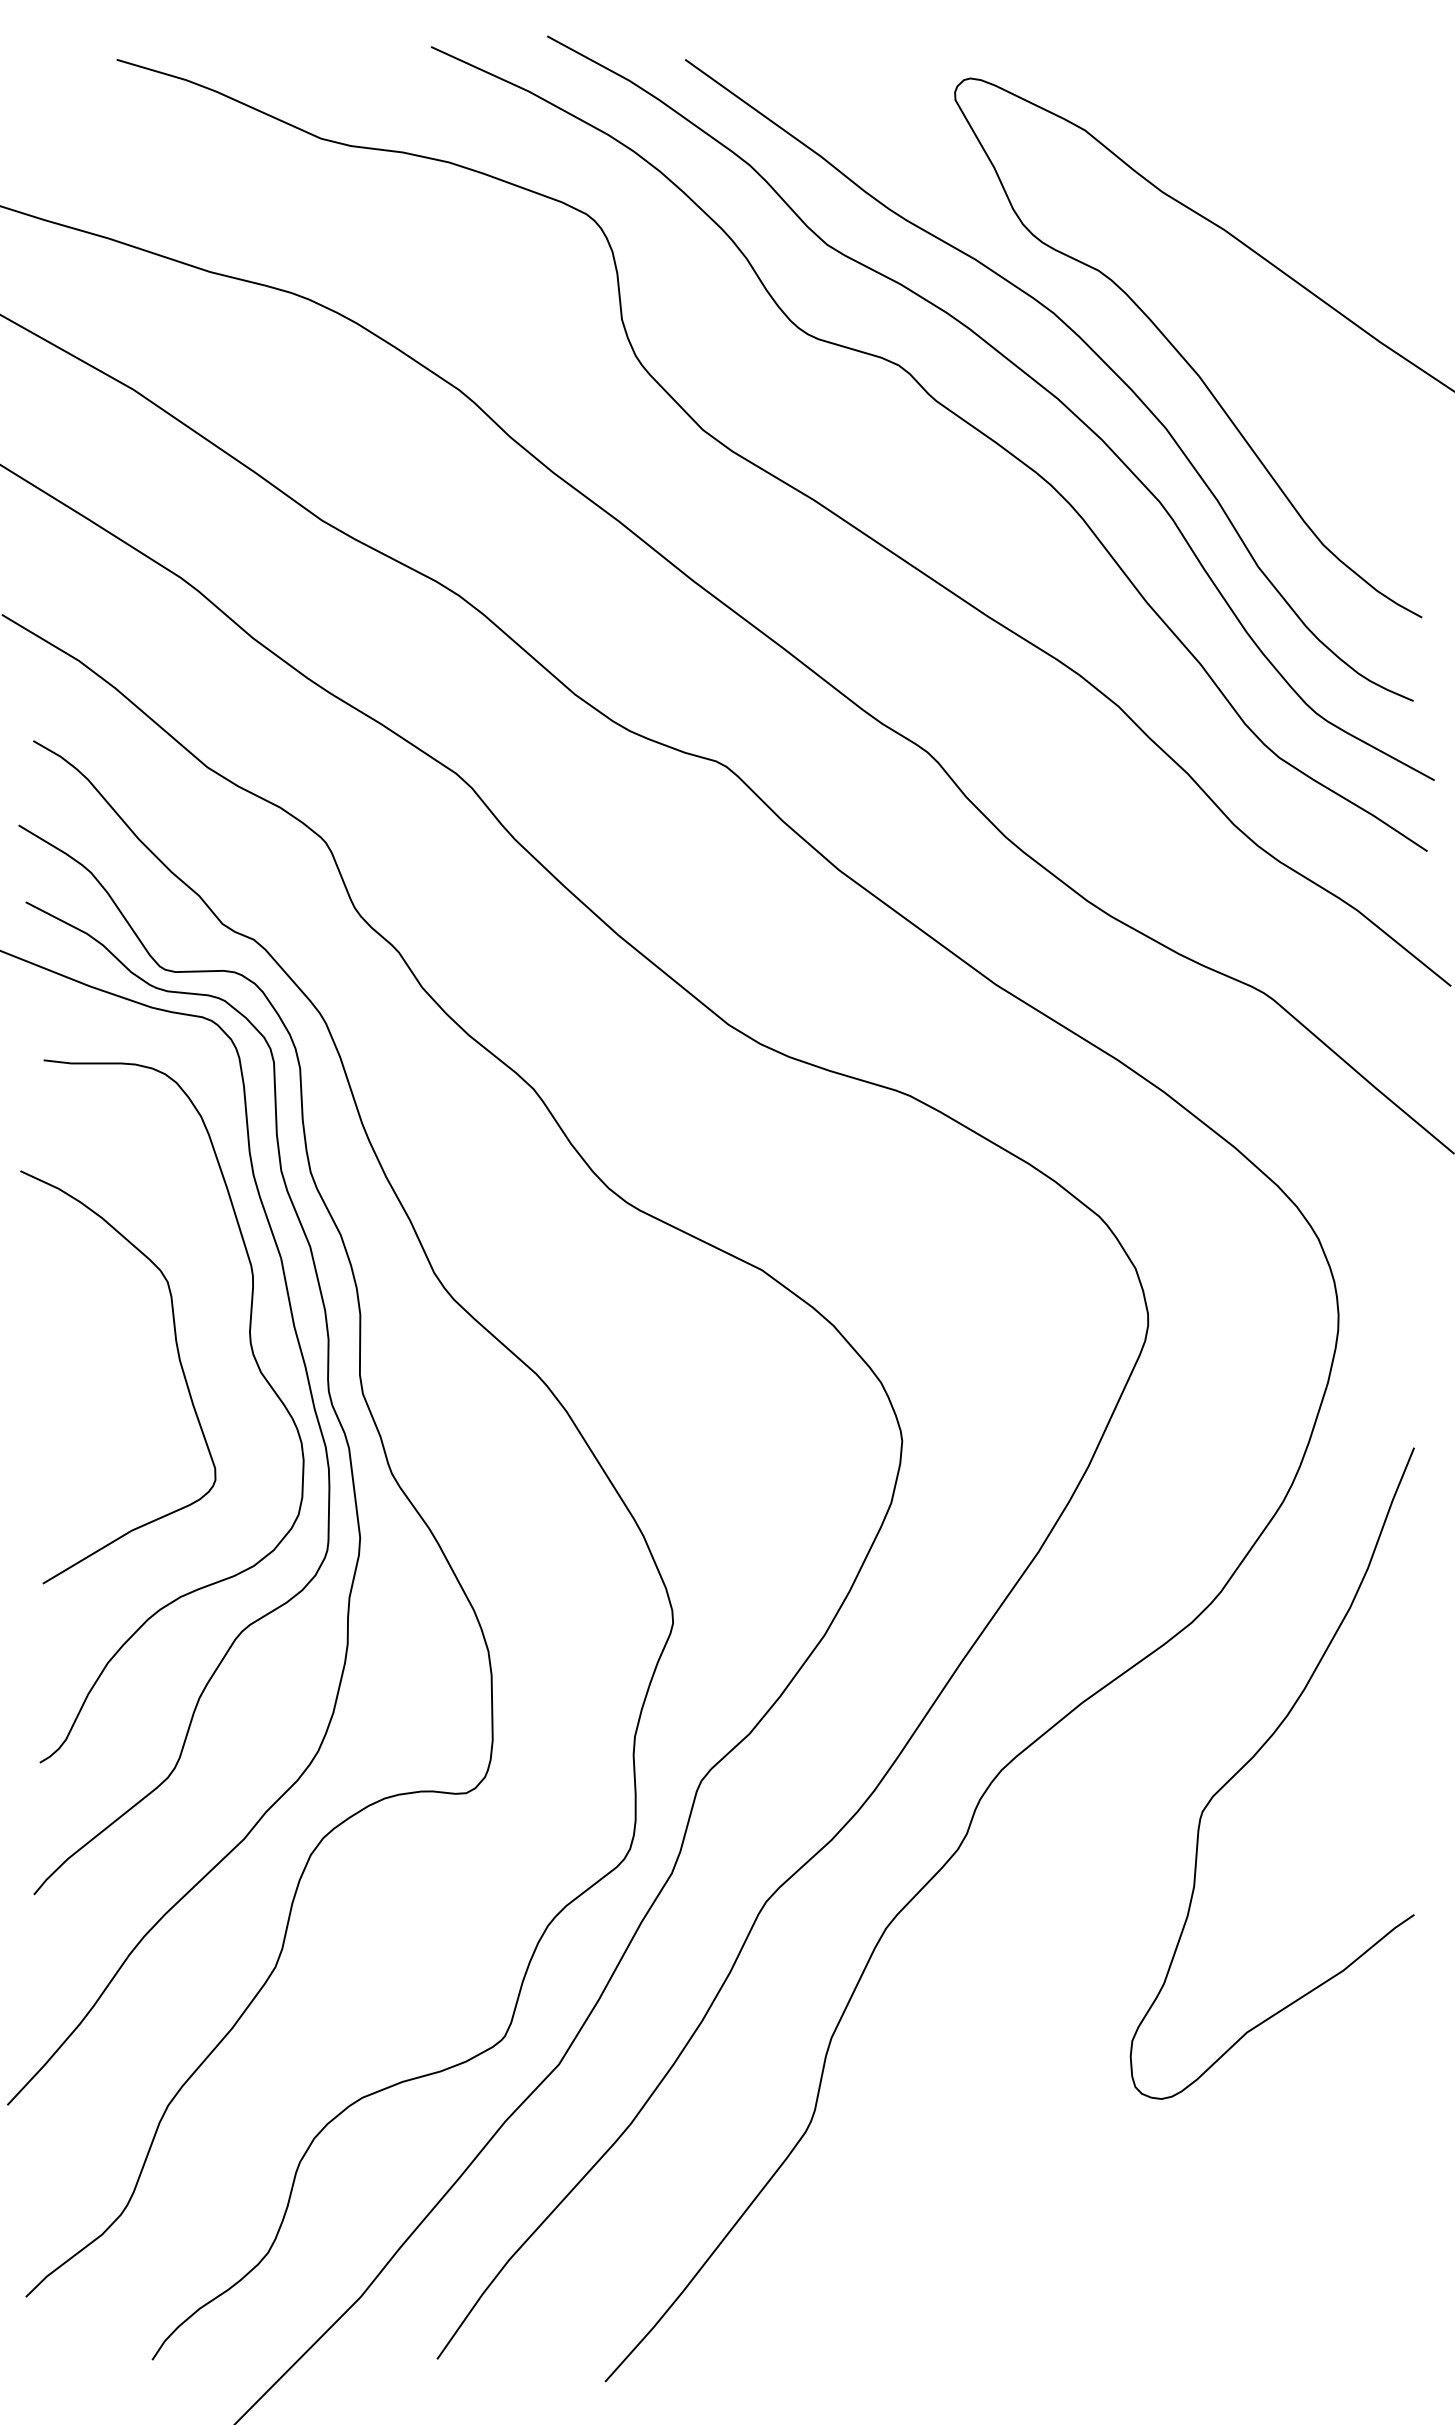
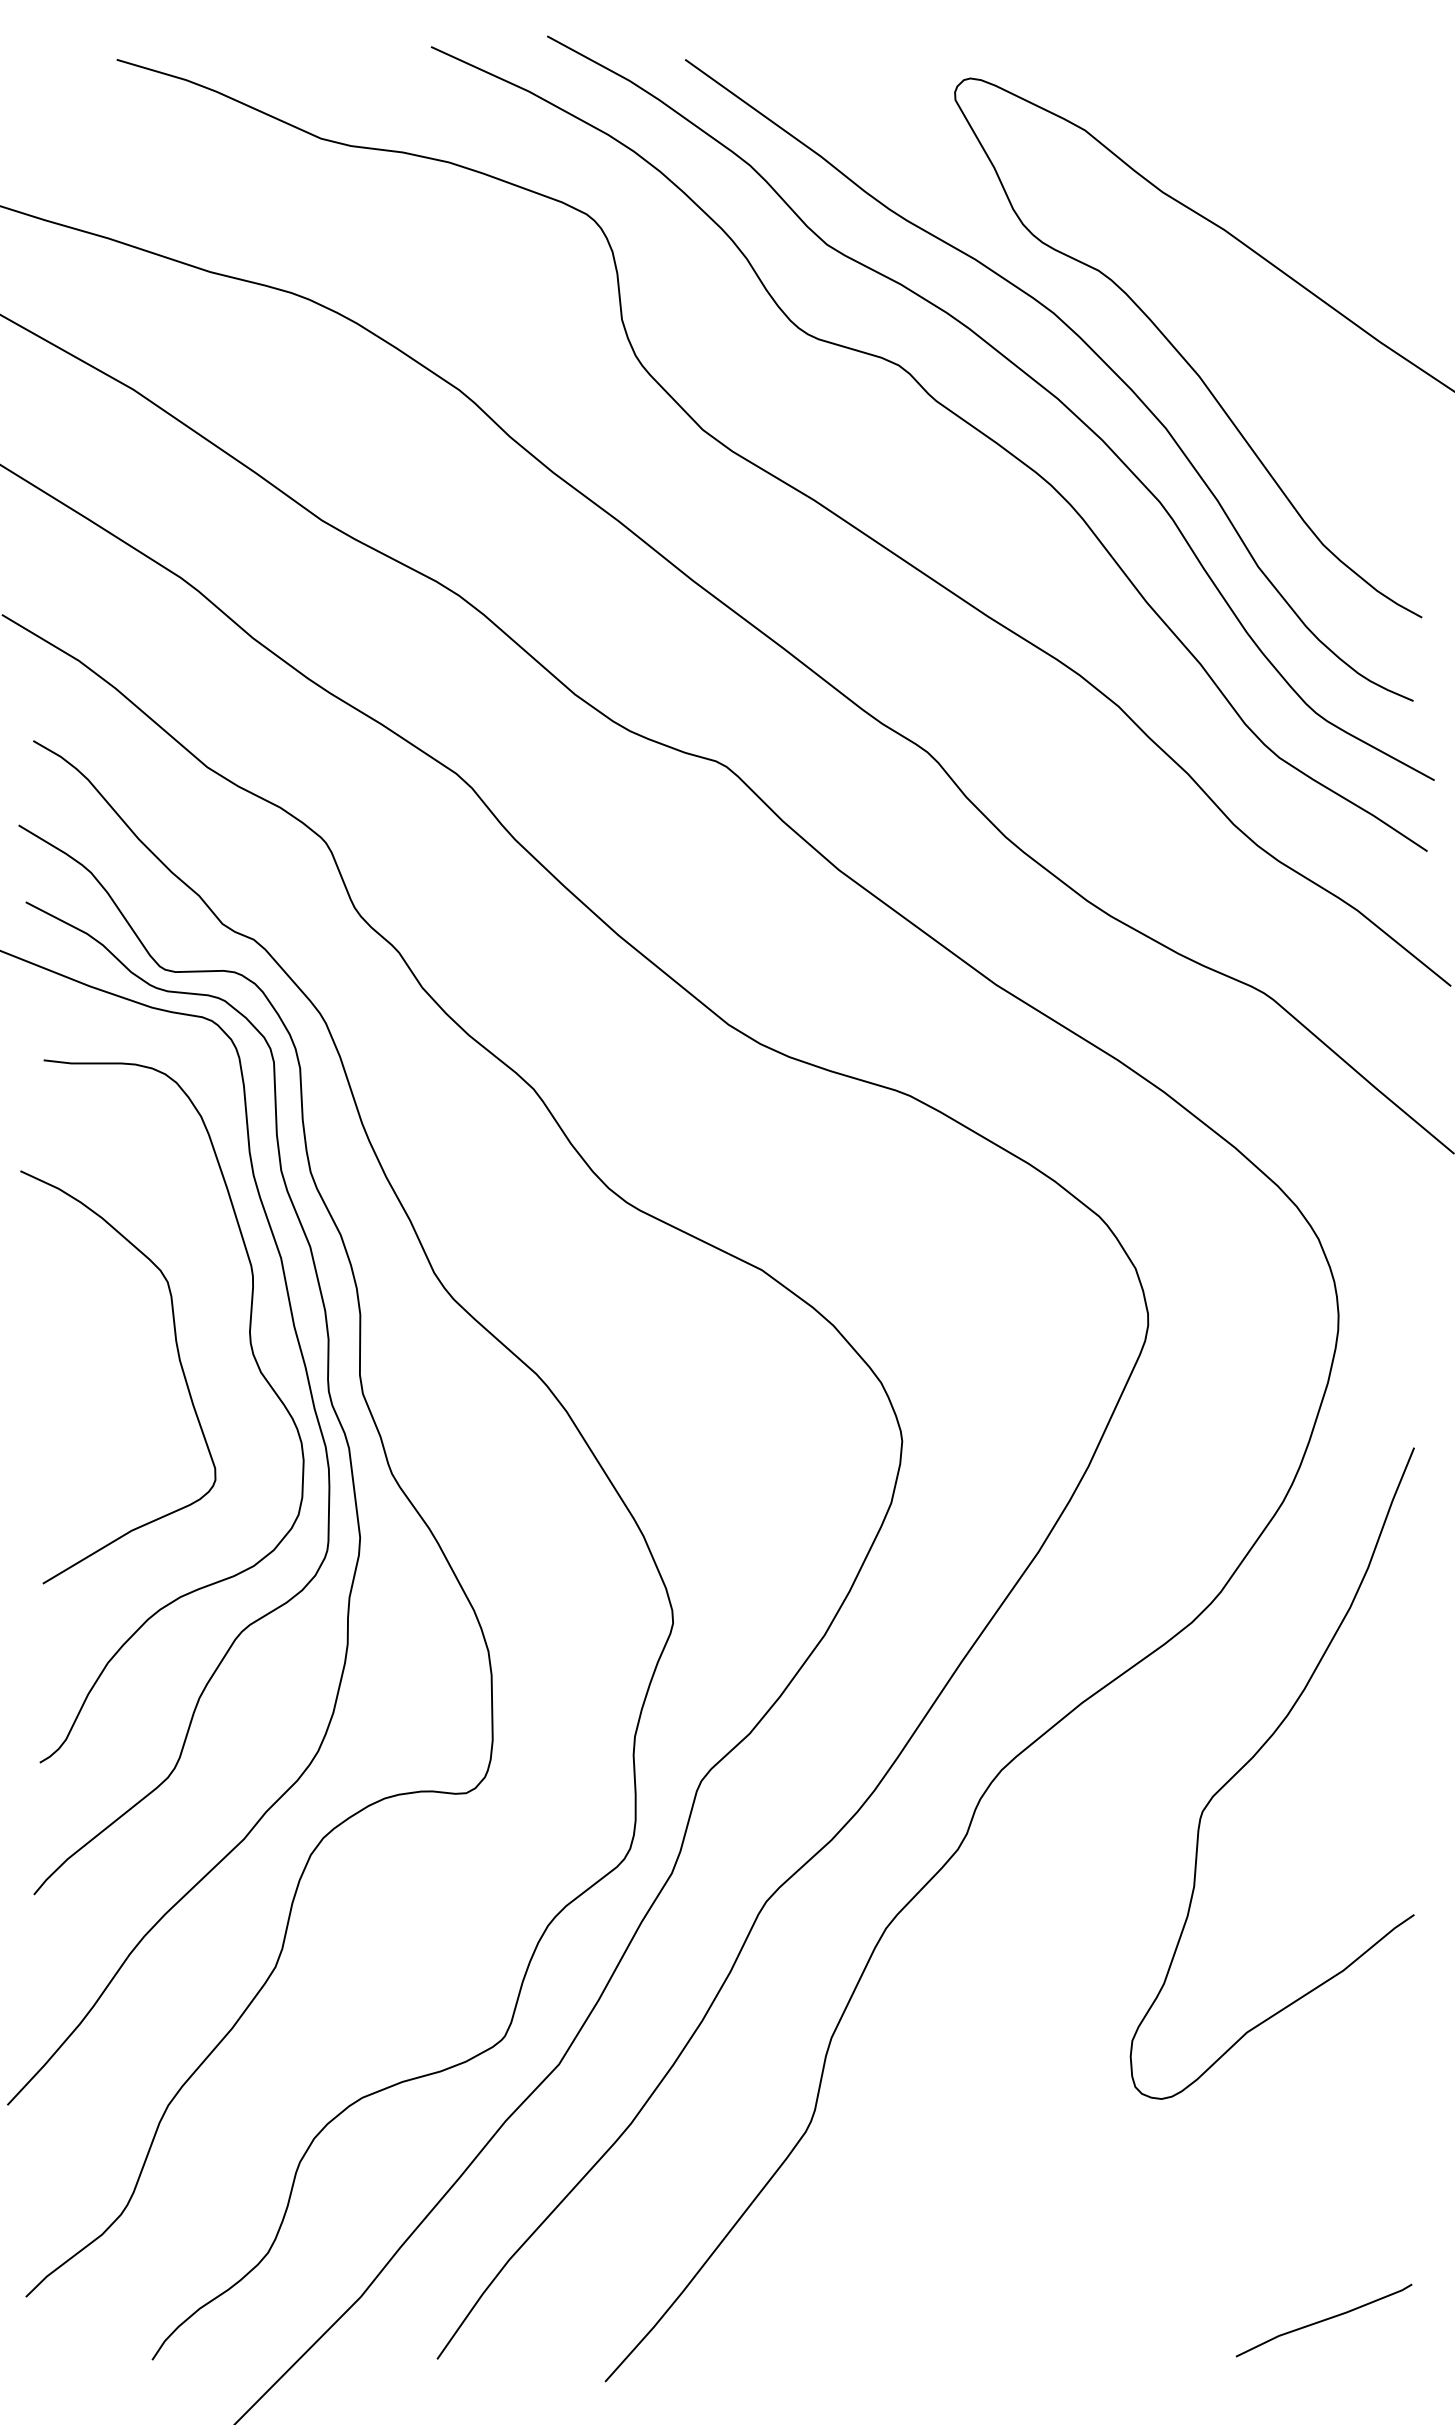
line at (1324, 2320): none -> present
